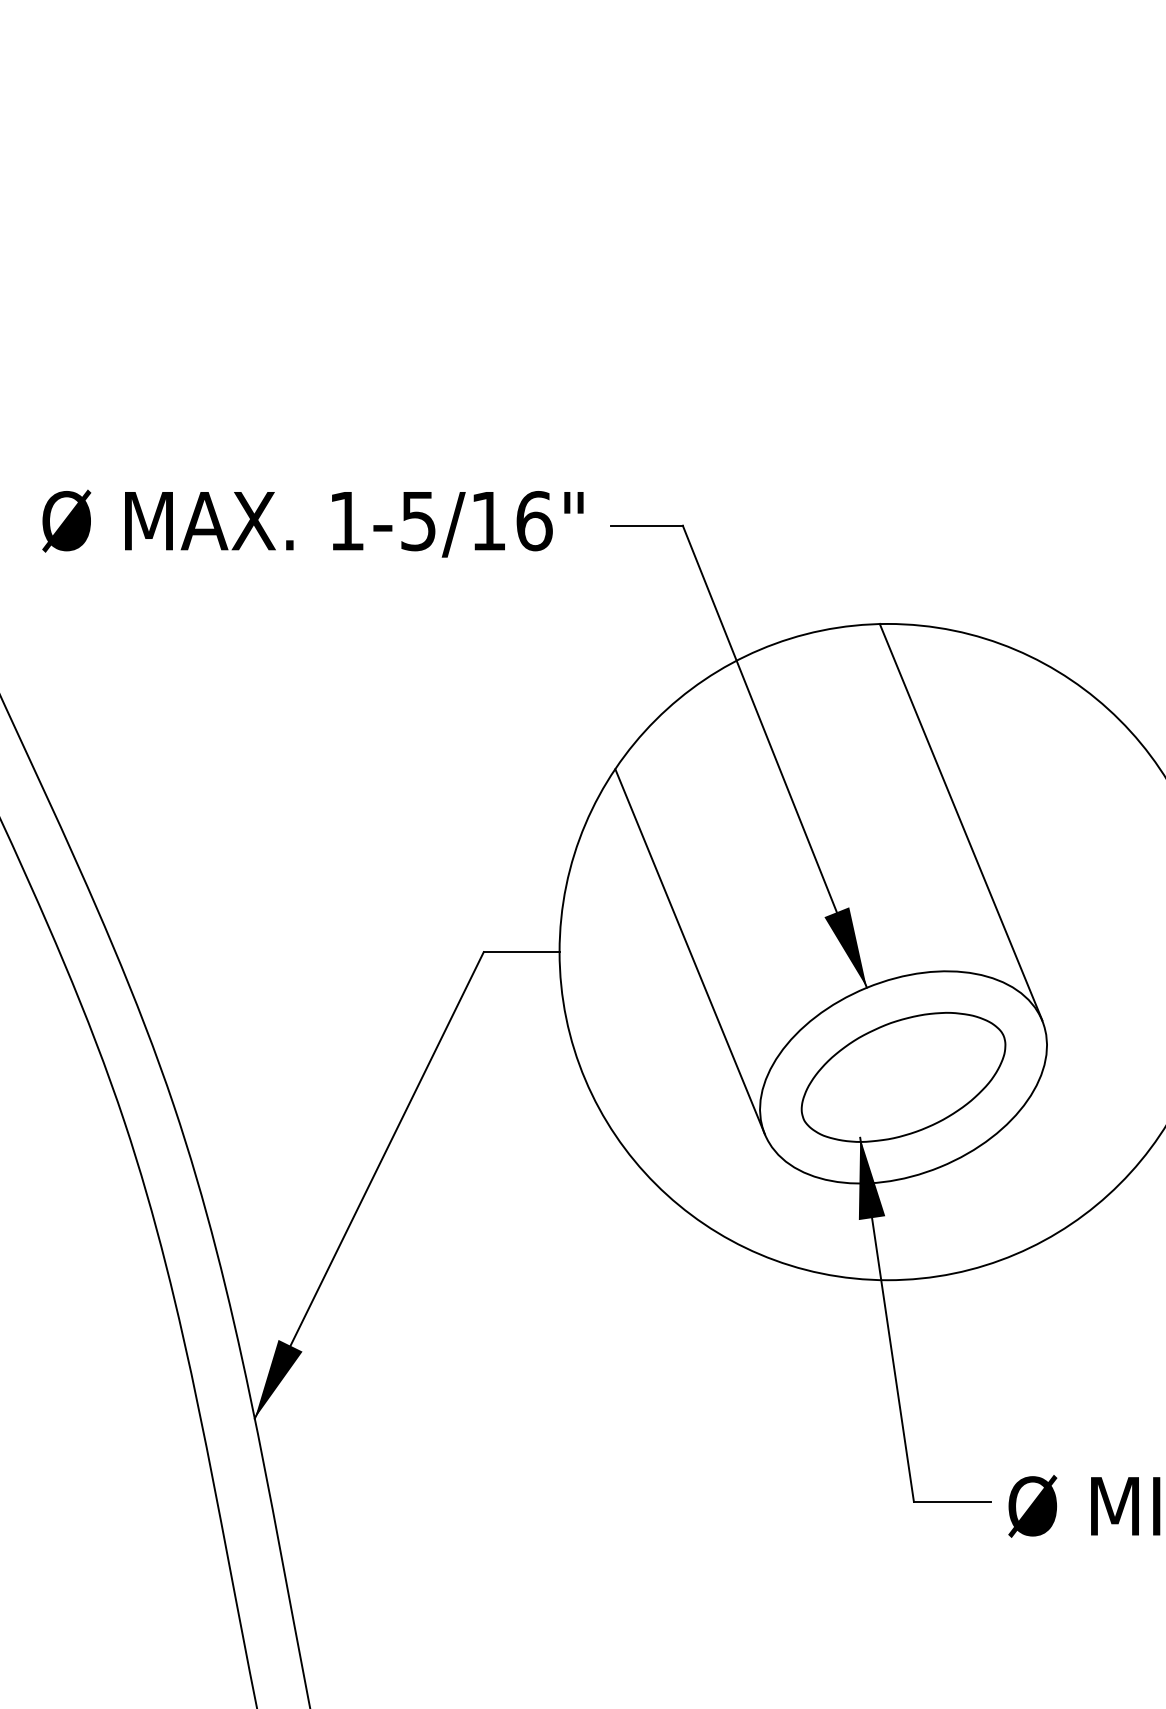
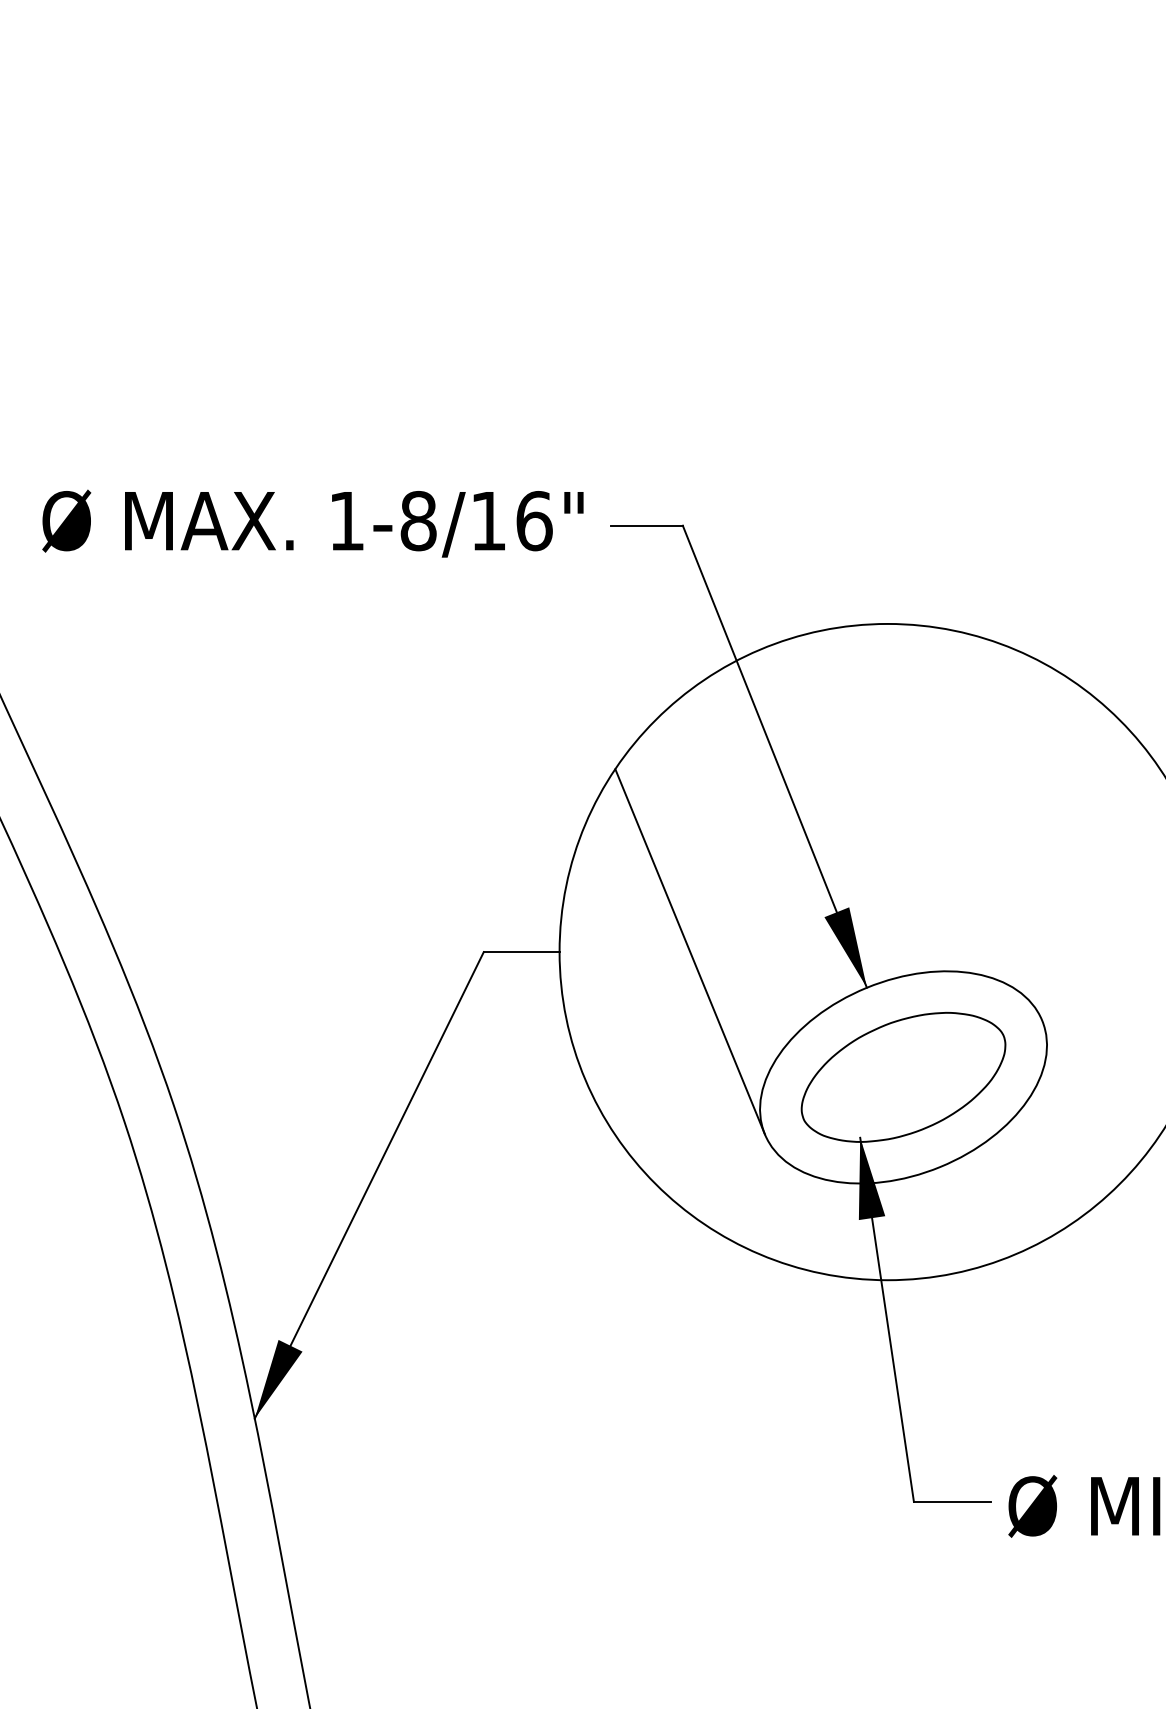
text at (418, 521): 1-5/16" -> 1-8/16"
line at (960, 821): present -> none
